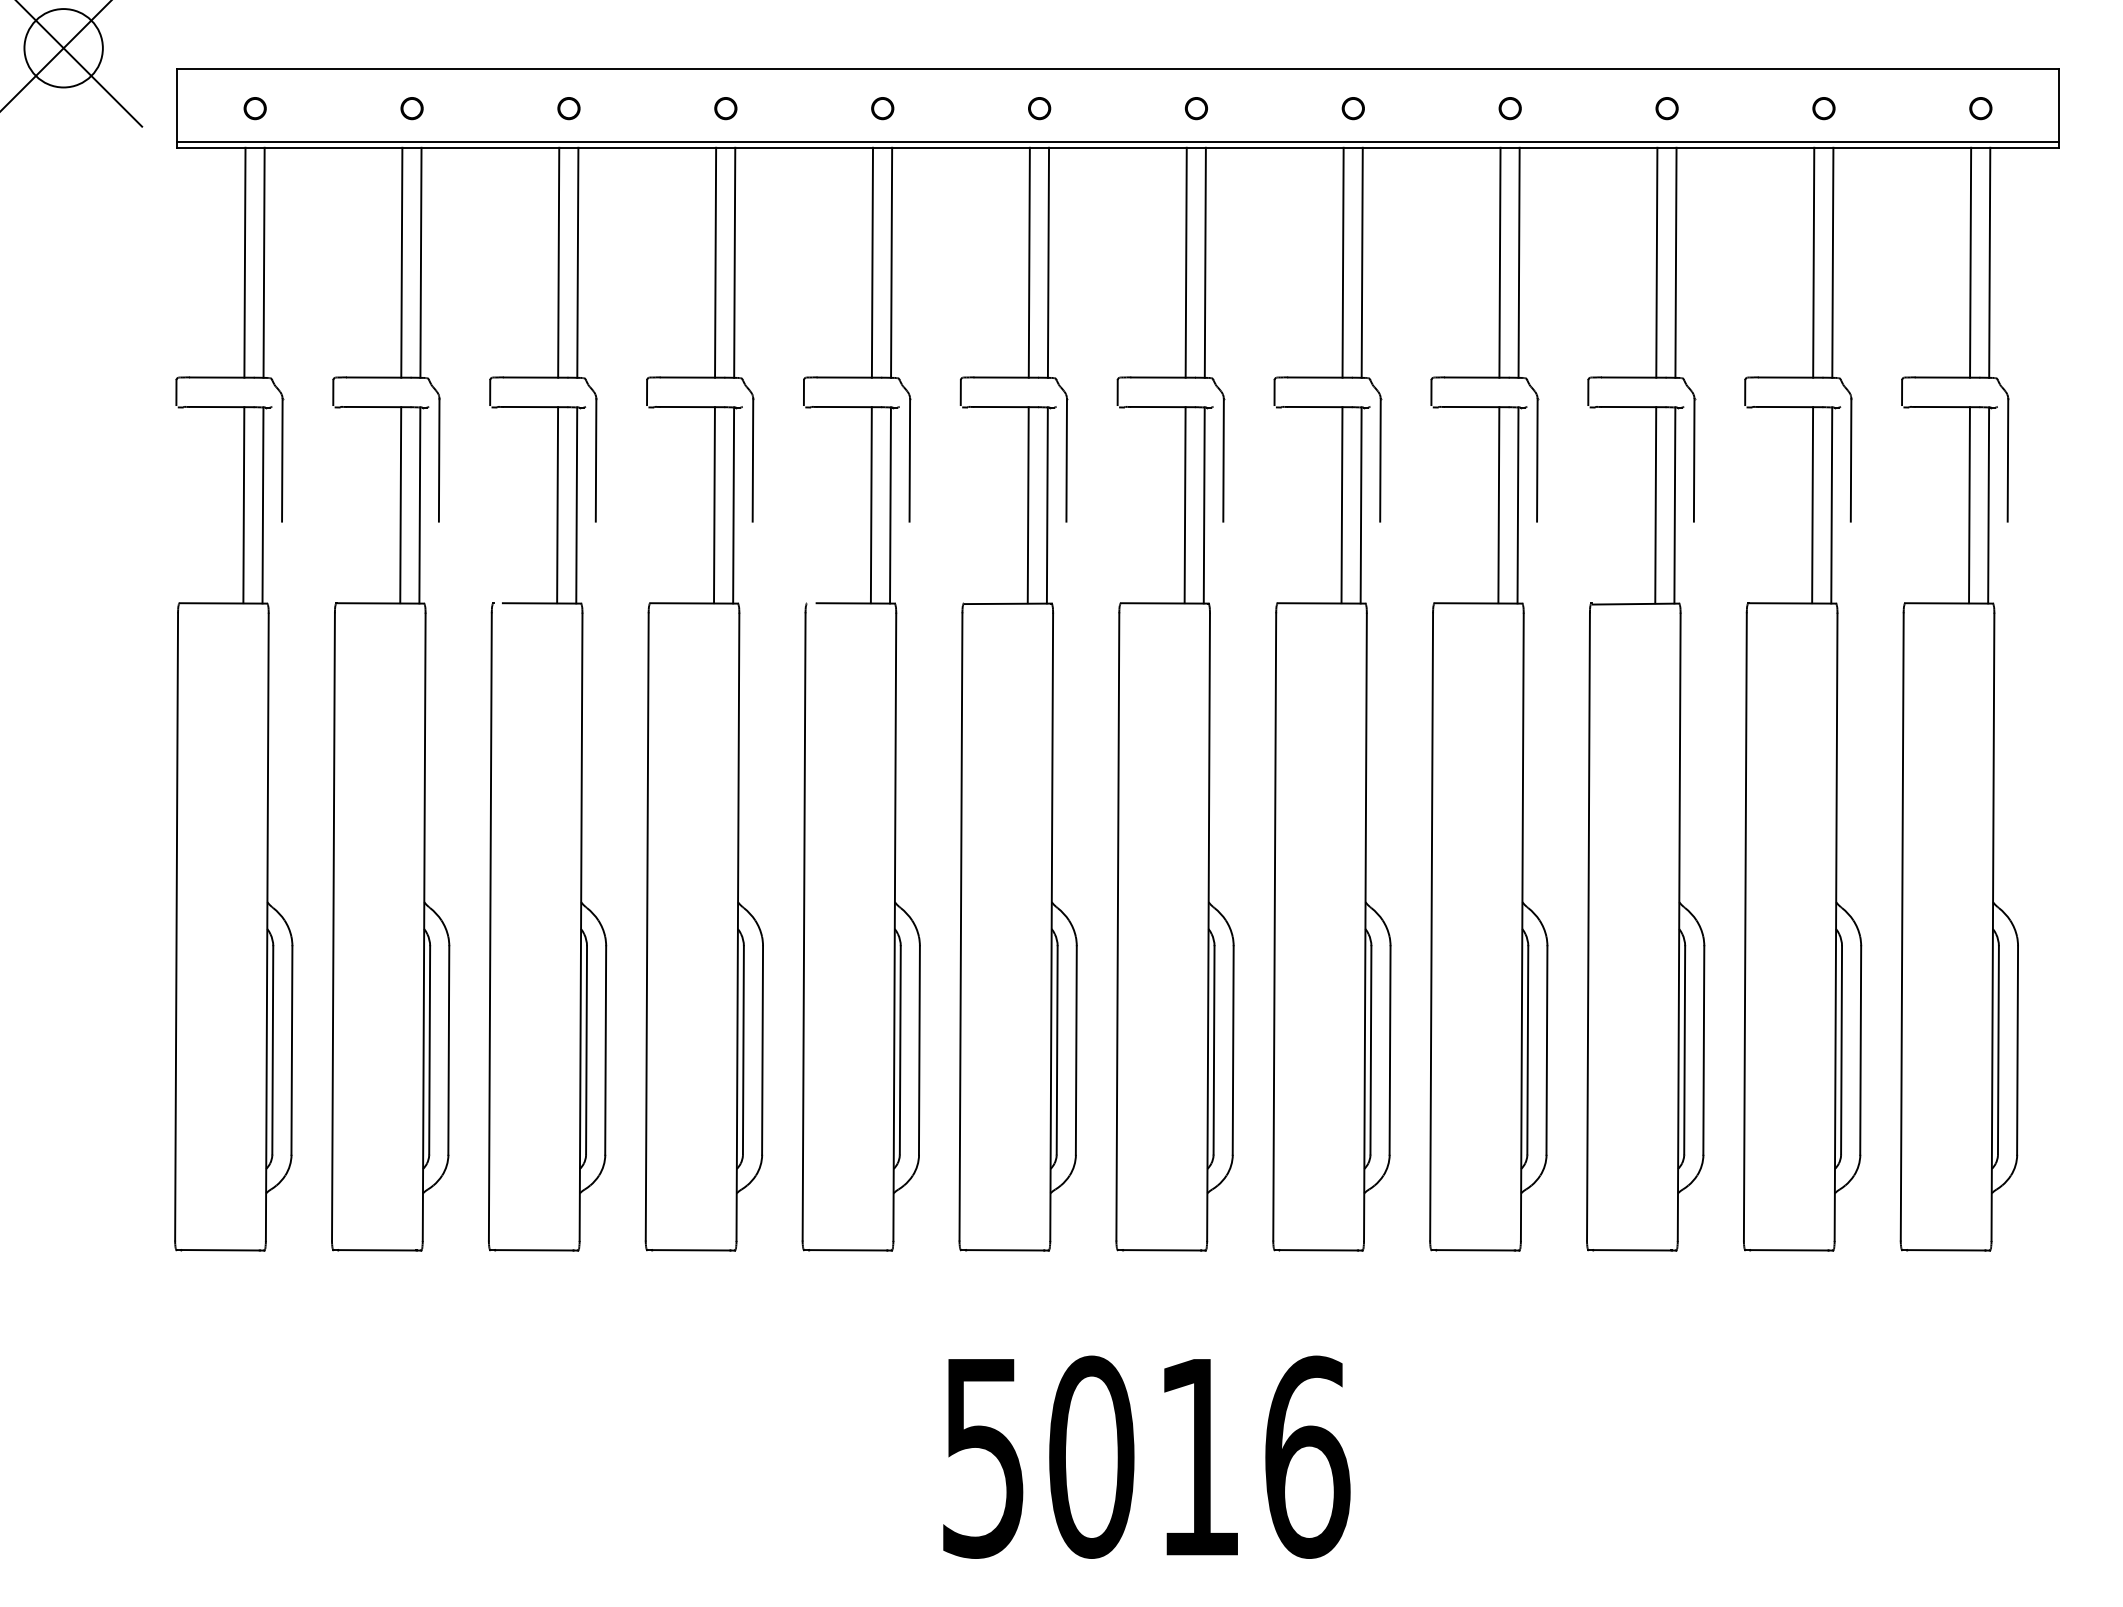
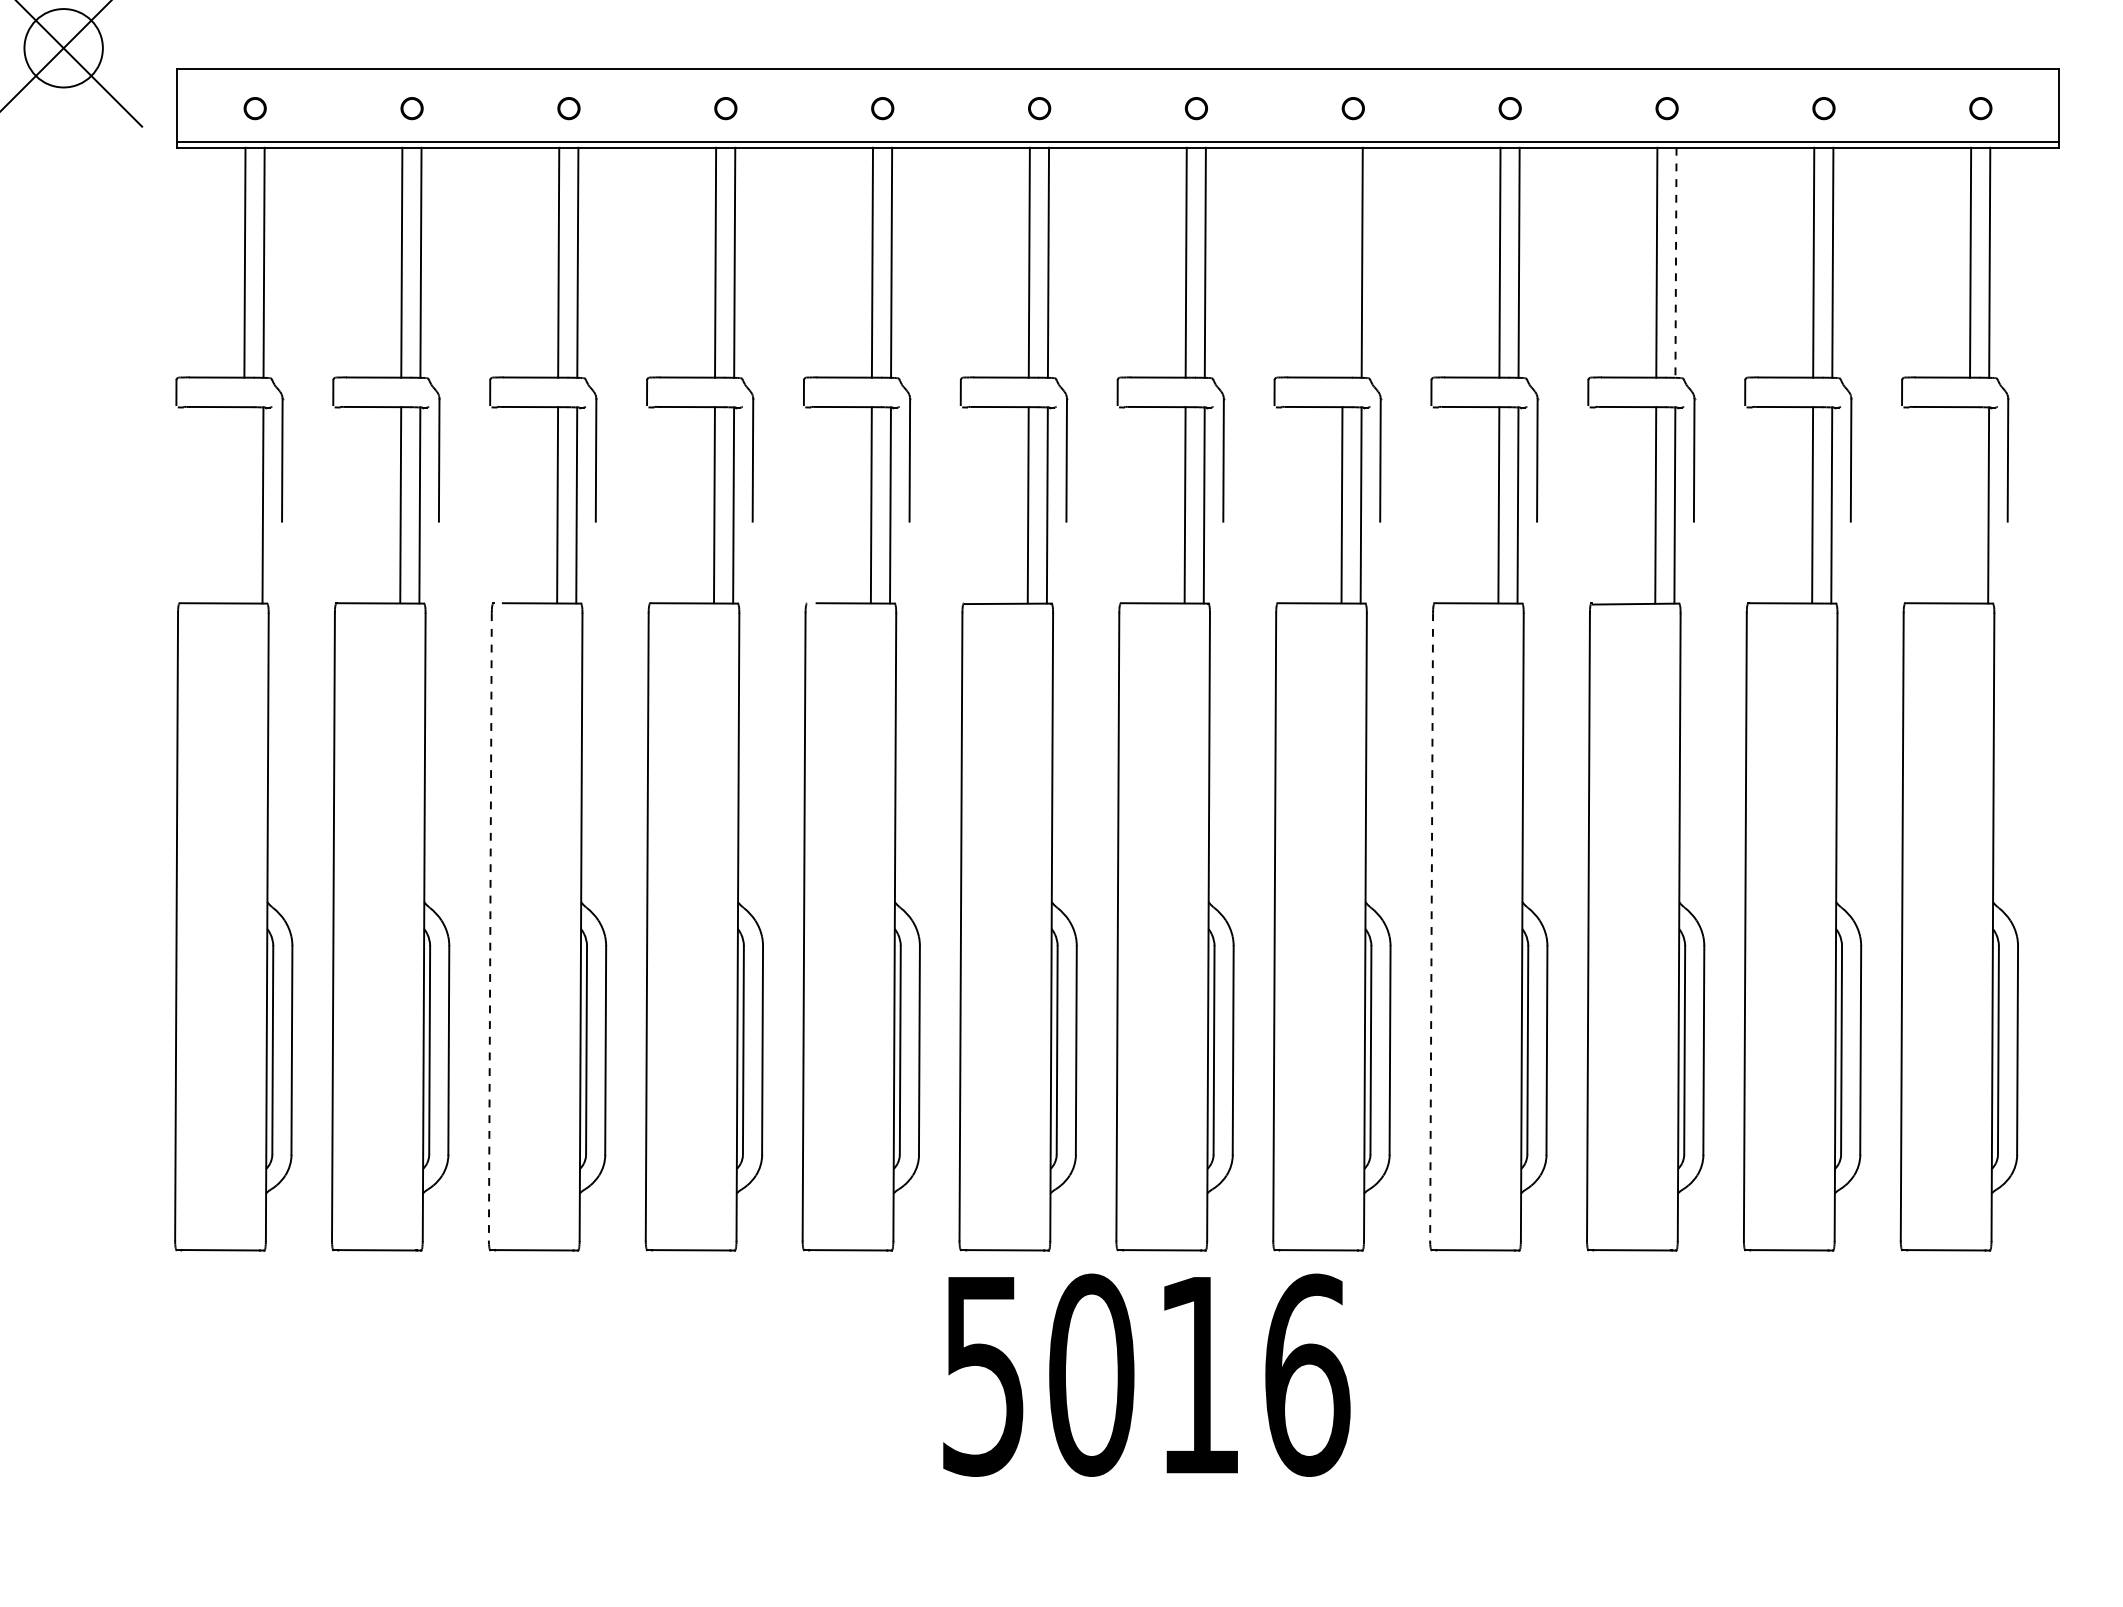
line at (1342, 262): present -> none
line at (1675, 263): solid -> dashed
line at (243, 505): present -> none
line at (1969, 505): present -> none
line at (490, 926): solid -> dashed
line at (1431, 926): solid -> dashed
text at (1146, 1456) position: (1146, 1456) -> (1146, 1374)
